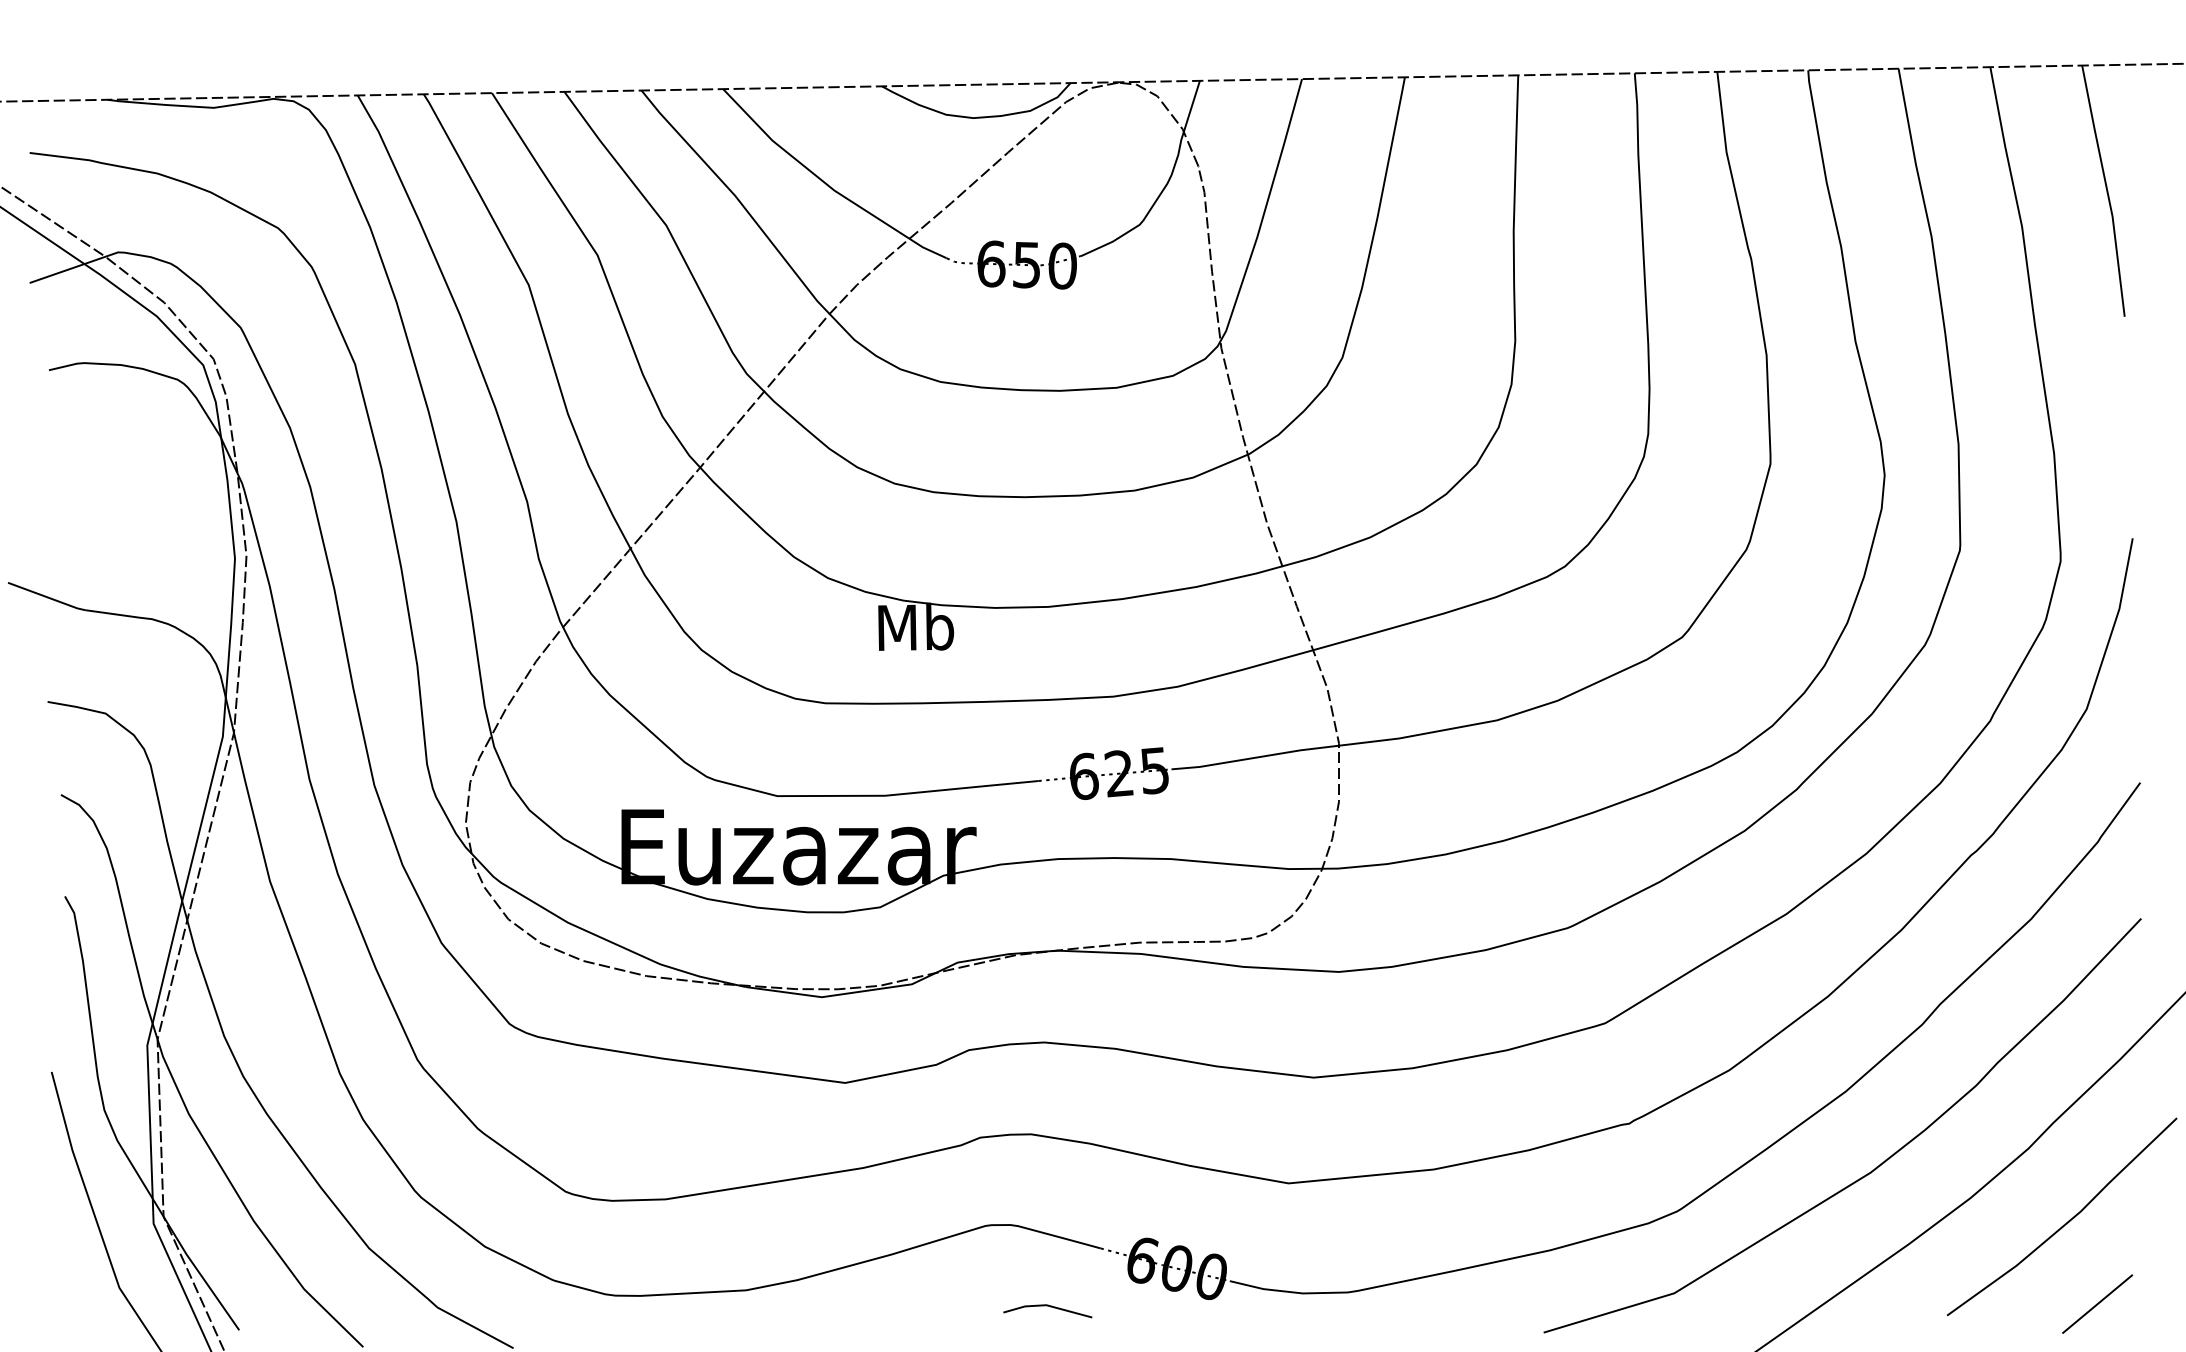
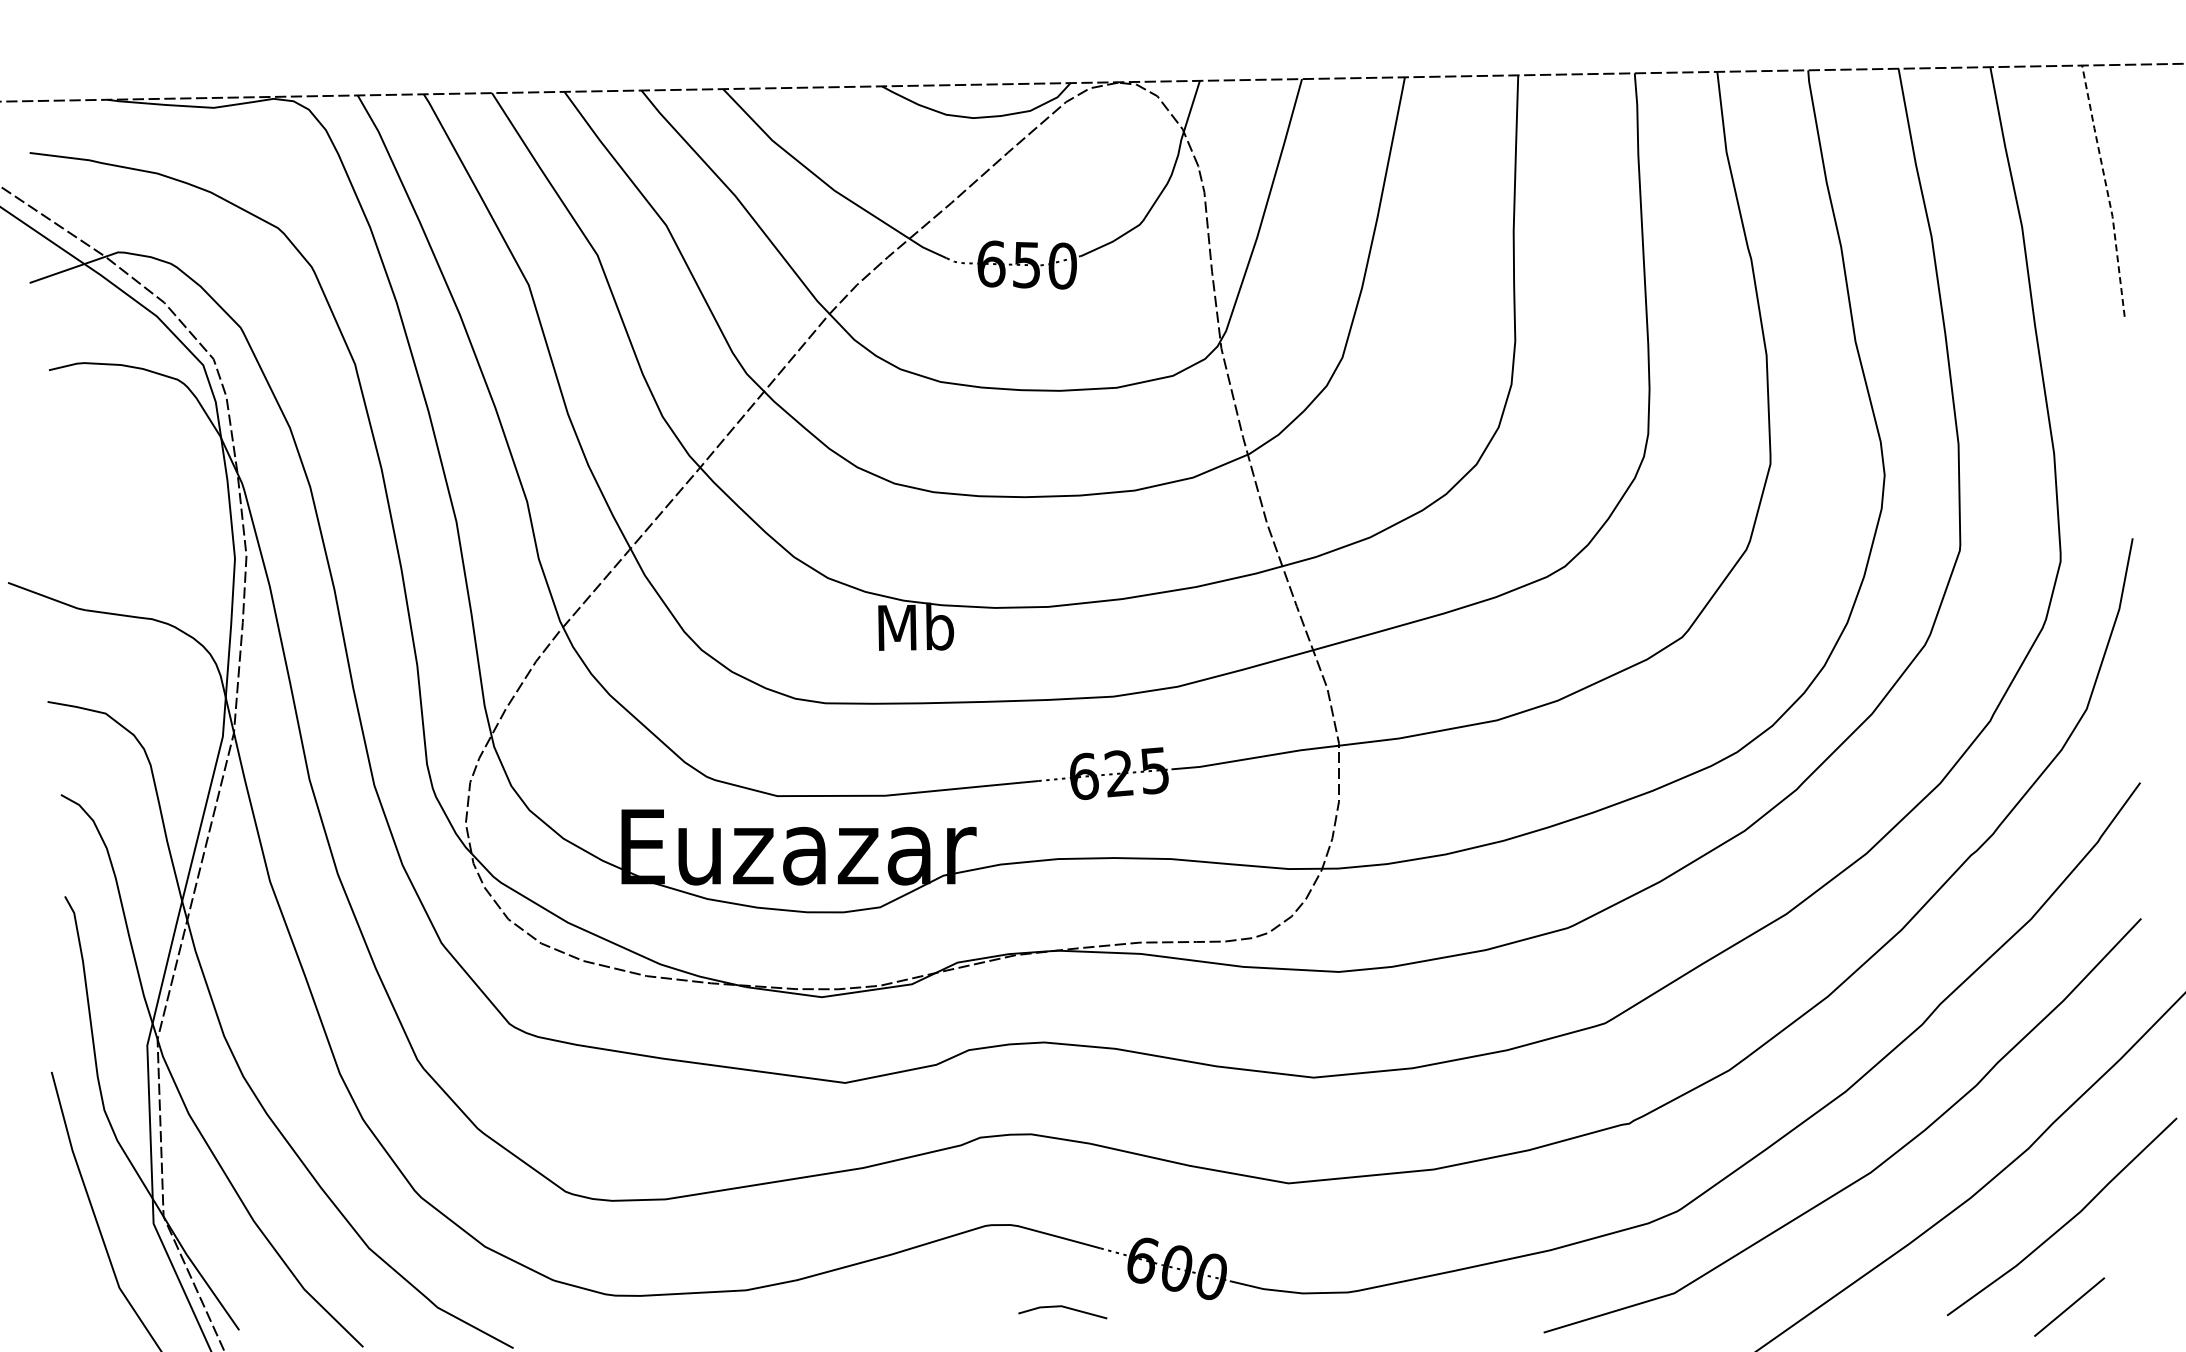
line at (2107, 190): solid -> dashed
line at (2097, 1303) position: (2097, 1303) -> (2069, 1306)
line at (1047, 1306) position: (1047, 1306) -> (1062, 1307)
